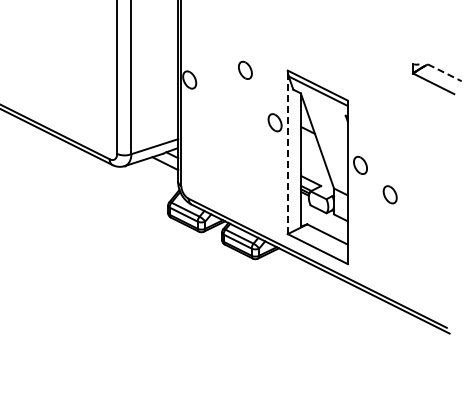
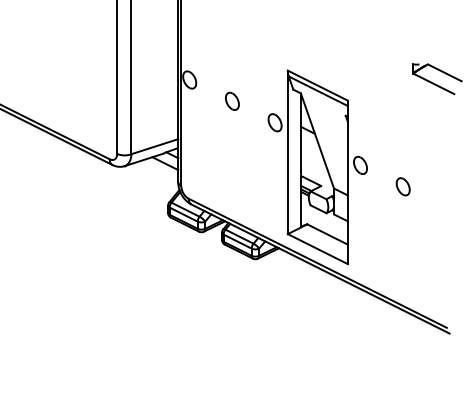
part at (245, 69) position: (245, 69) -> (232, 100)
line at (444, 72): dashed -> solid
line at (287, 152): dashed -> solid
part at (389, 194) position: (389, 194) -> (402, 186)
